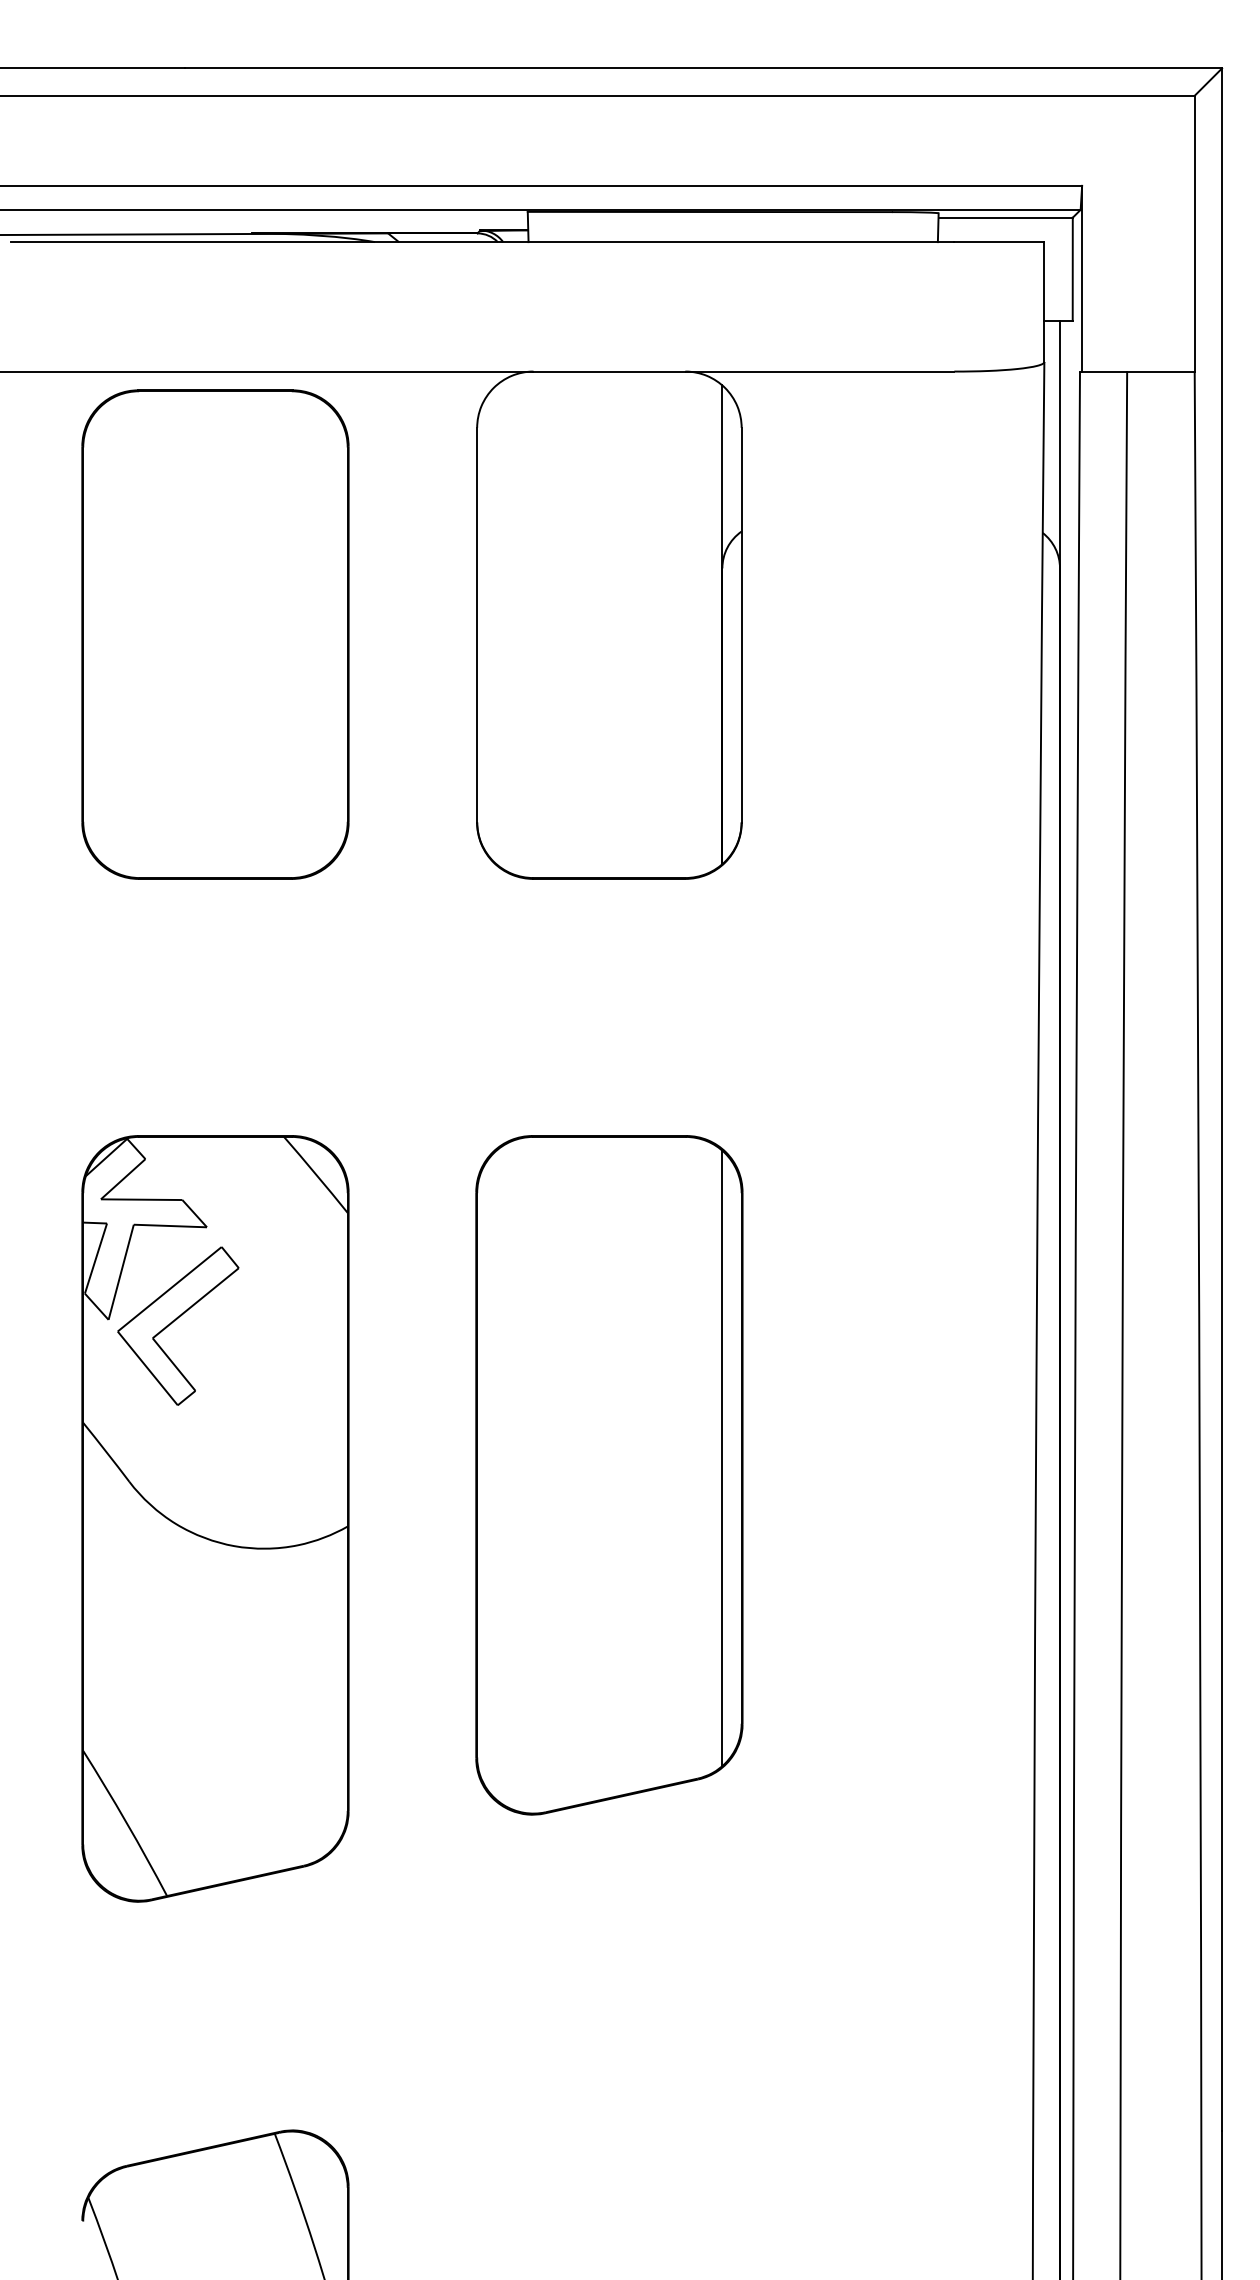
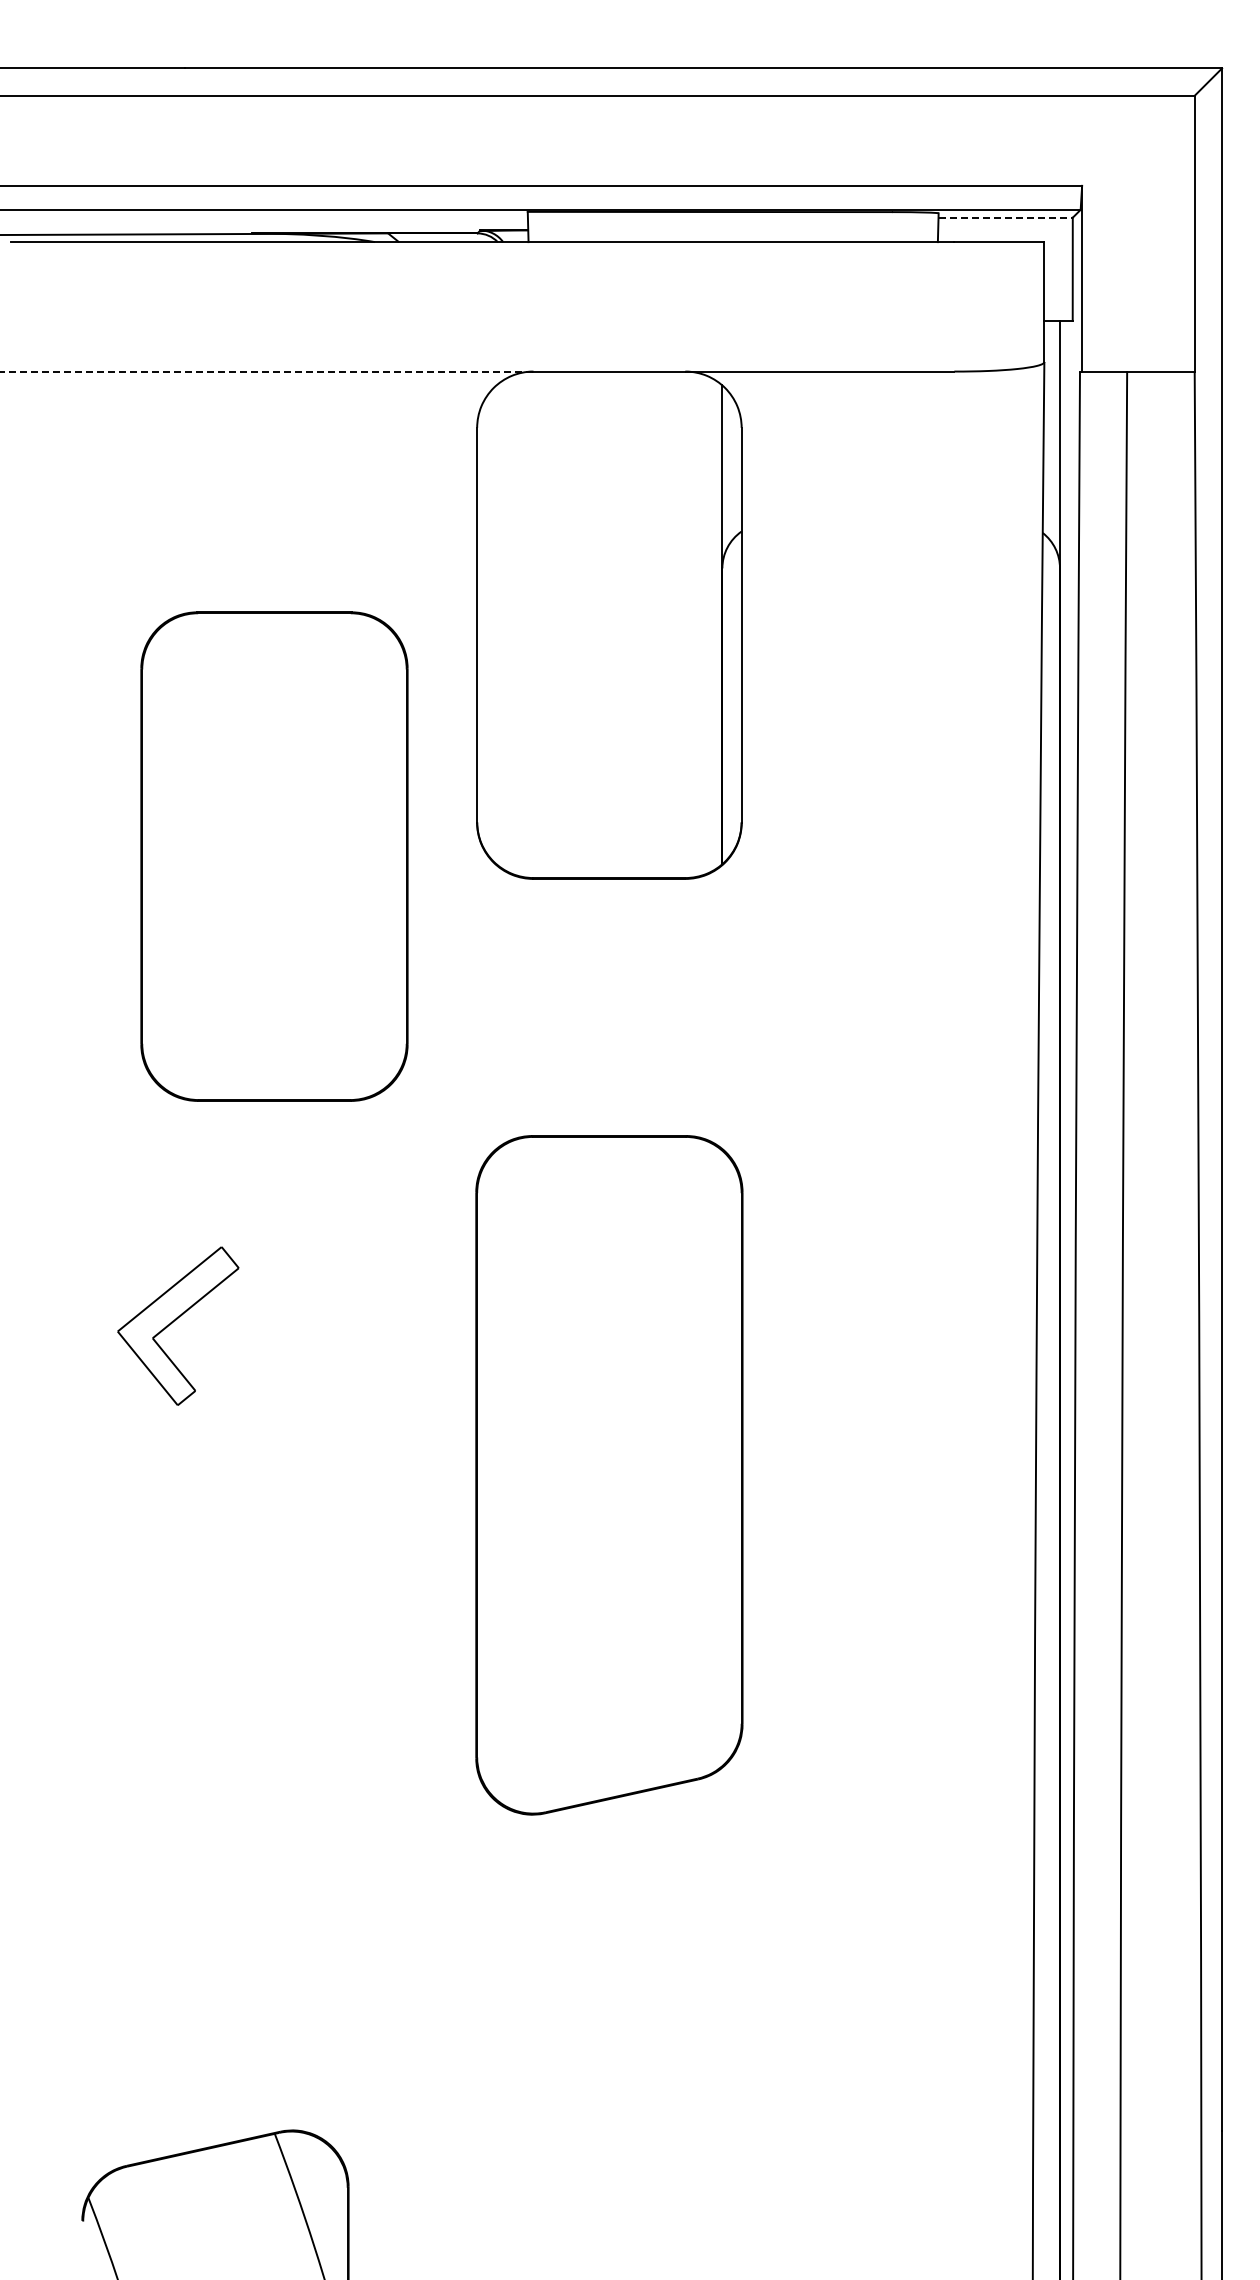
line at (1006, 217): solid -> dashed
line at (266, 371): solid -> dashed
part at (215, 634) position: (215, 634) -> (274, 856)
line at (722, 1458): present -> none
part at (215, 1518): present -> none
